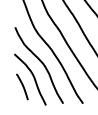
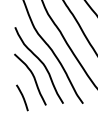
curve at (22, 86) position: (22, 86) -> (22, 97)
